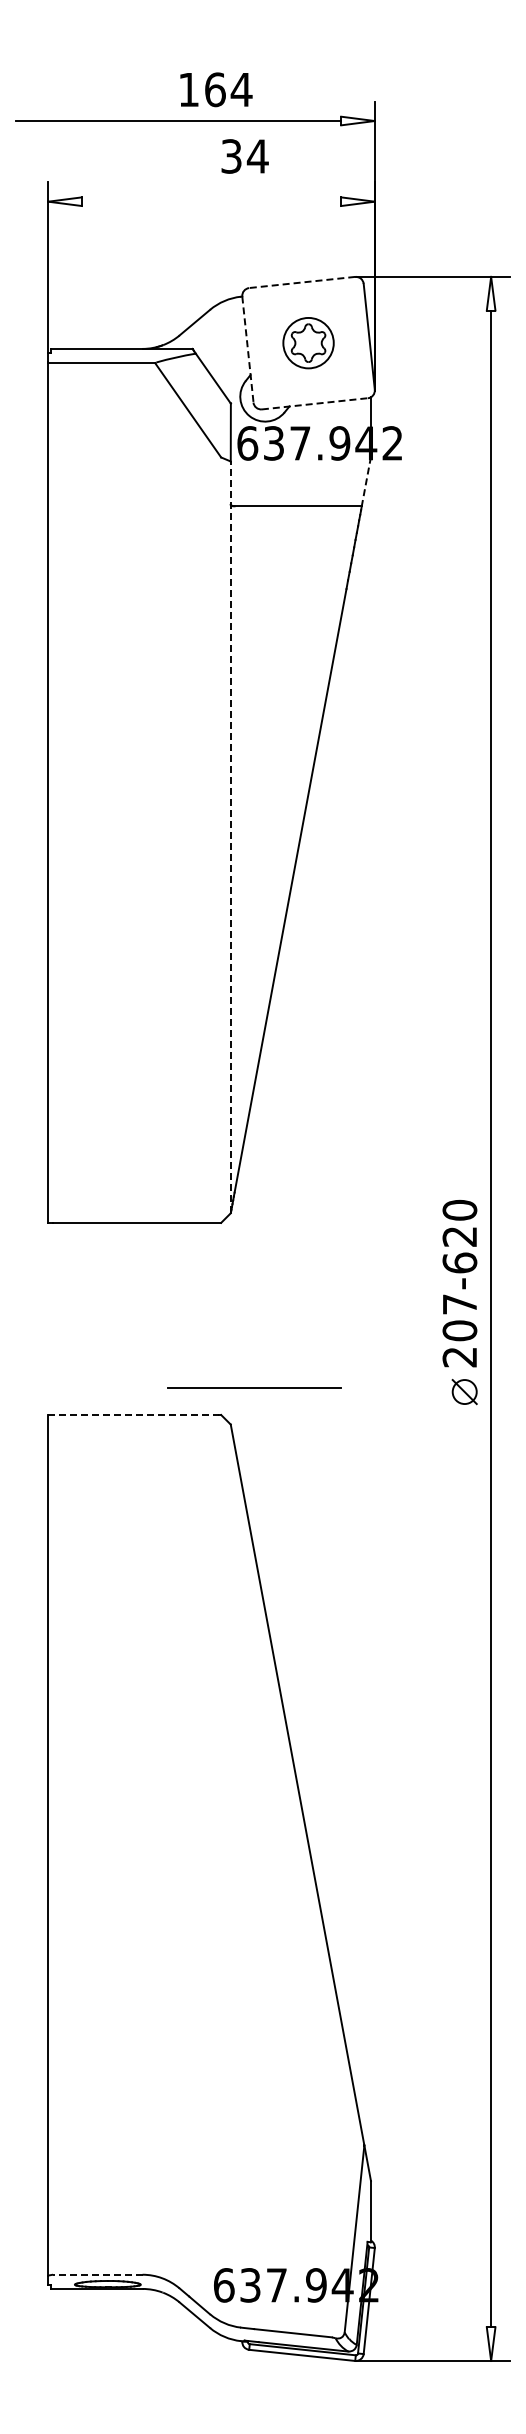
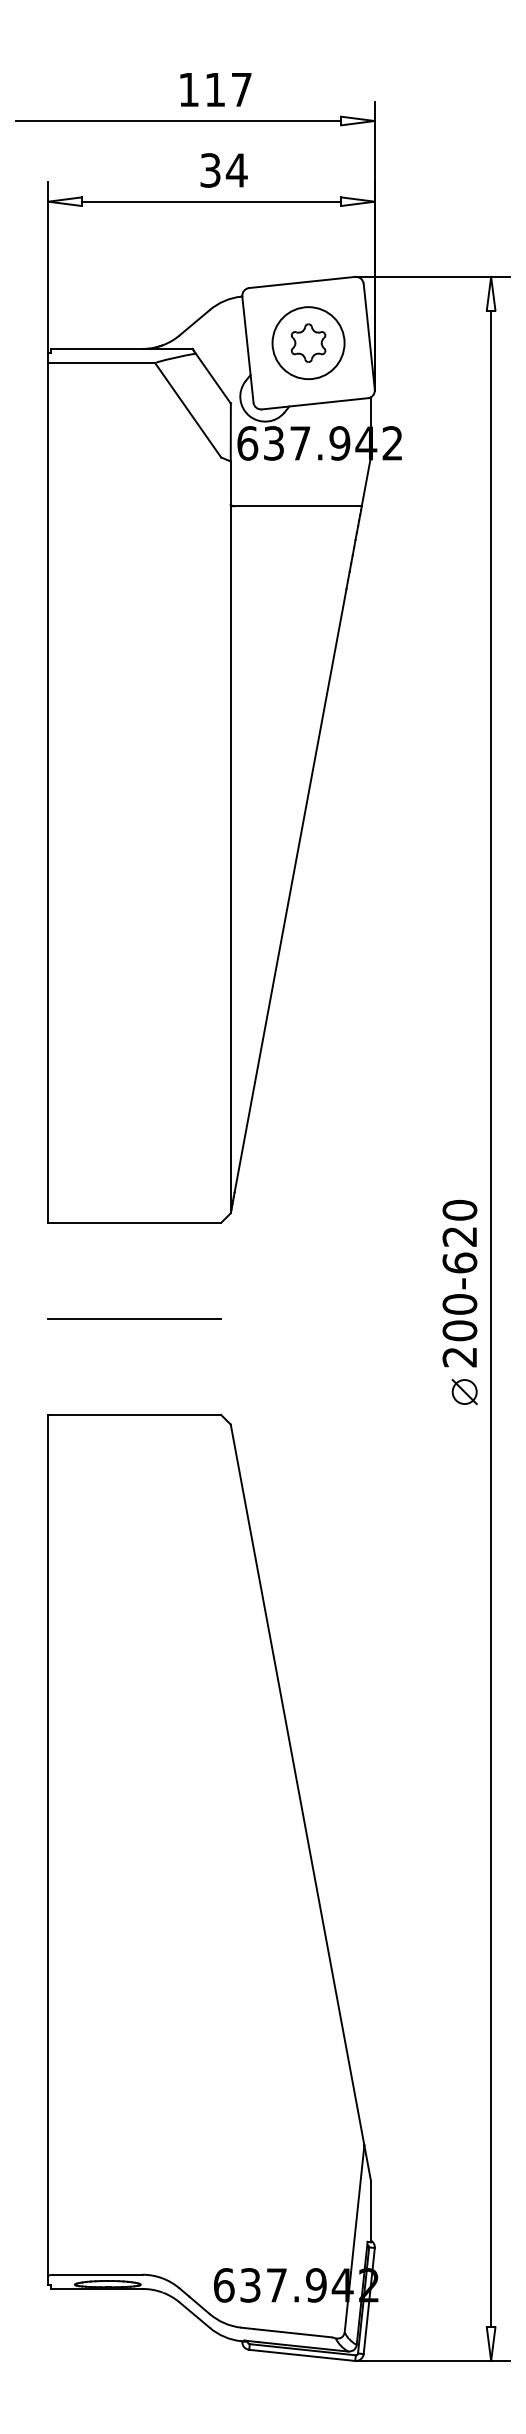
text at (228, 89): 164 -> 117
text at (244, 156) position: (244, 156) -> (223, 170)
line at (211, 201): none -> present
line at (301, 282): dashed -> solid
circle at (308, 342) diameter: 50 px -> 72 px
line at (247, 350): dashed -> solid
line at (315, 403): dashed -> solid
line at (366, 482): dashed -> solid
line at (230, 837): dashed -> solid
text at (459, 1304): 207-620 -> 200-620
line at (254, 1387) position: (254, 1387) -> (134, 1318)
line at (134, 1414): dashed -> solid
line at (97, 2274): dashed -> solid
